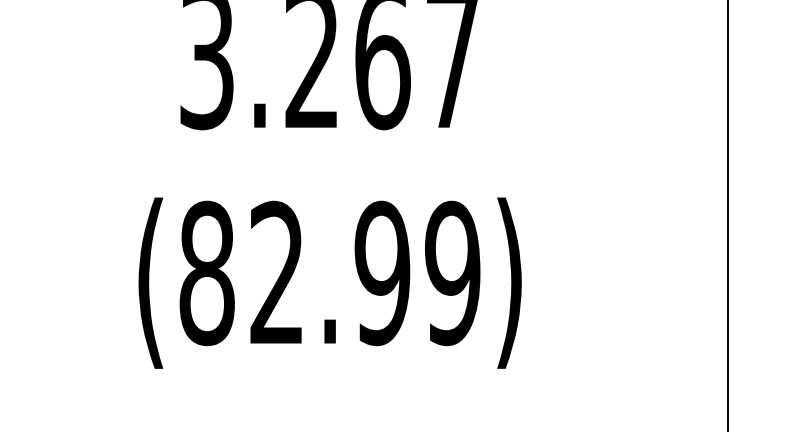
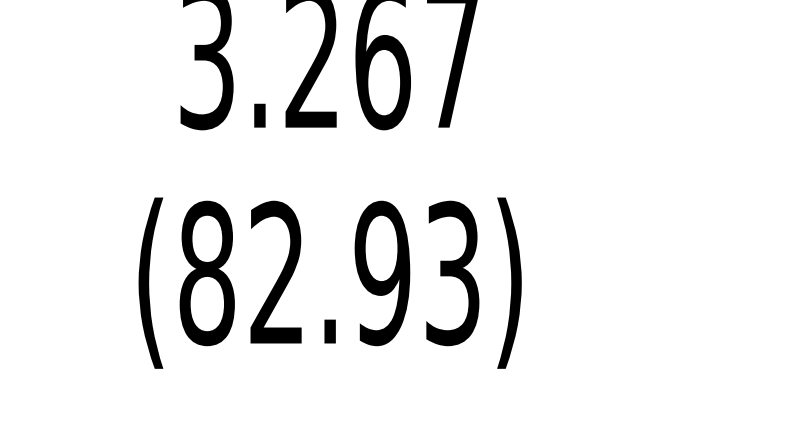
line at (727, 215): present -> none
text at (452, 272): (82.99) -> (82.93)
